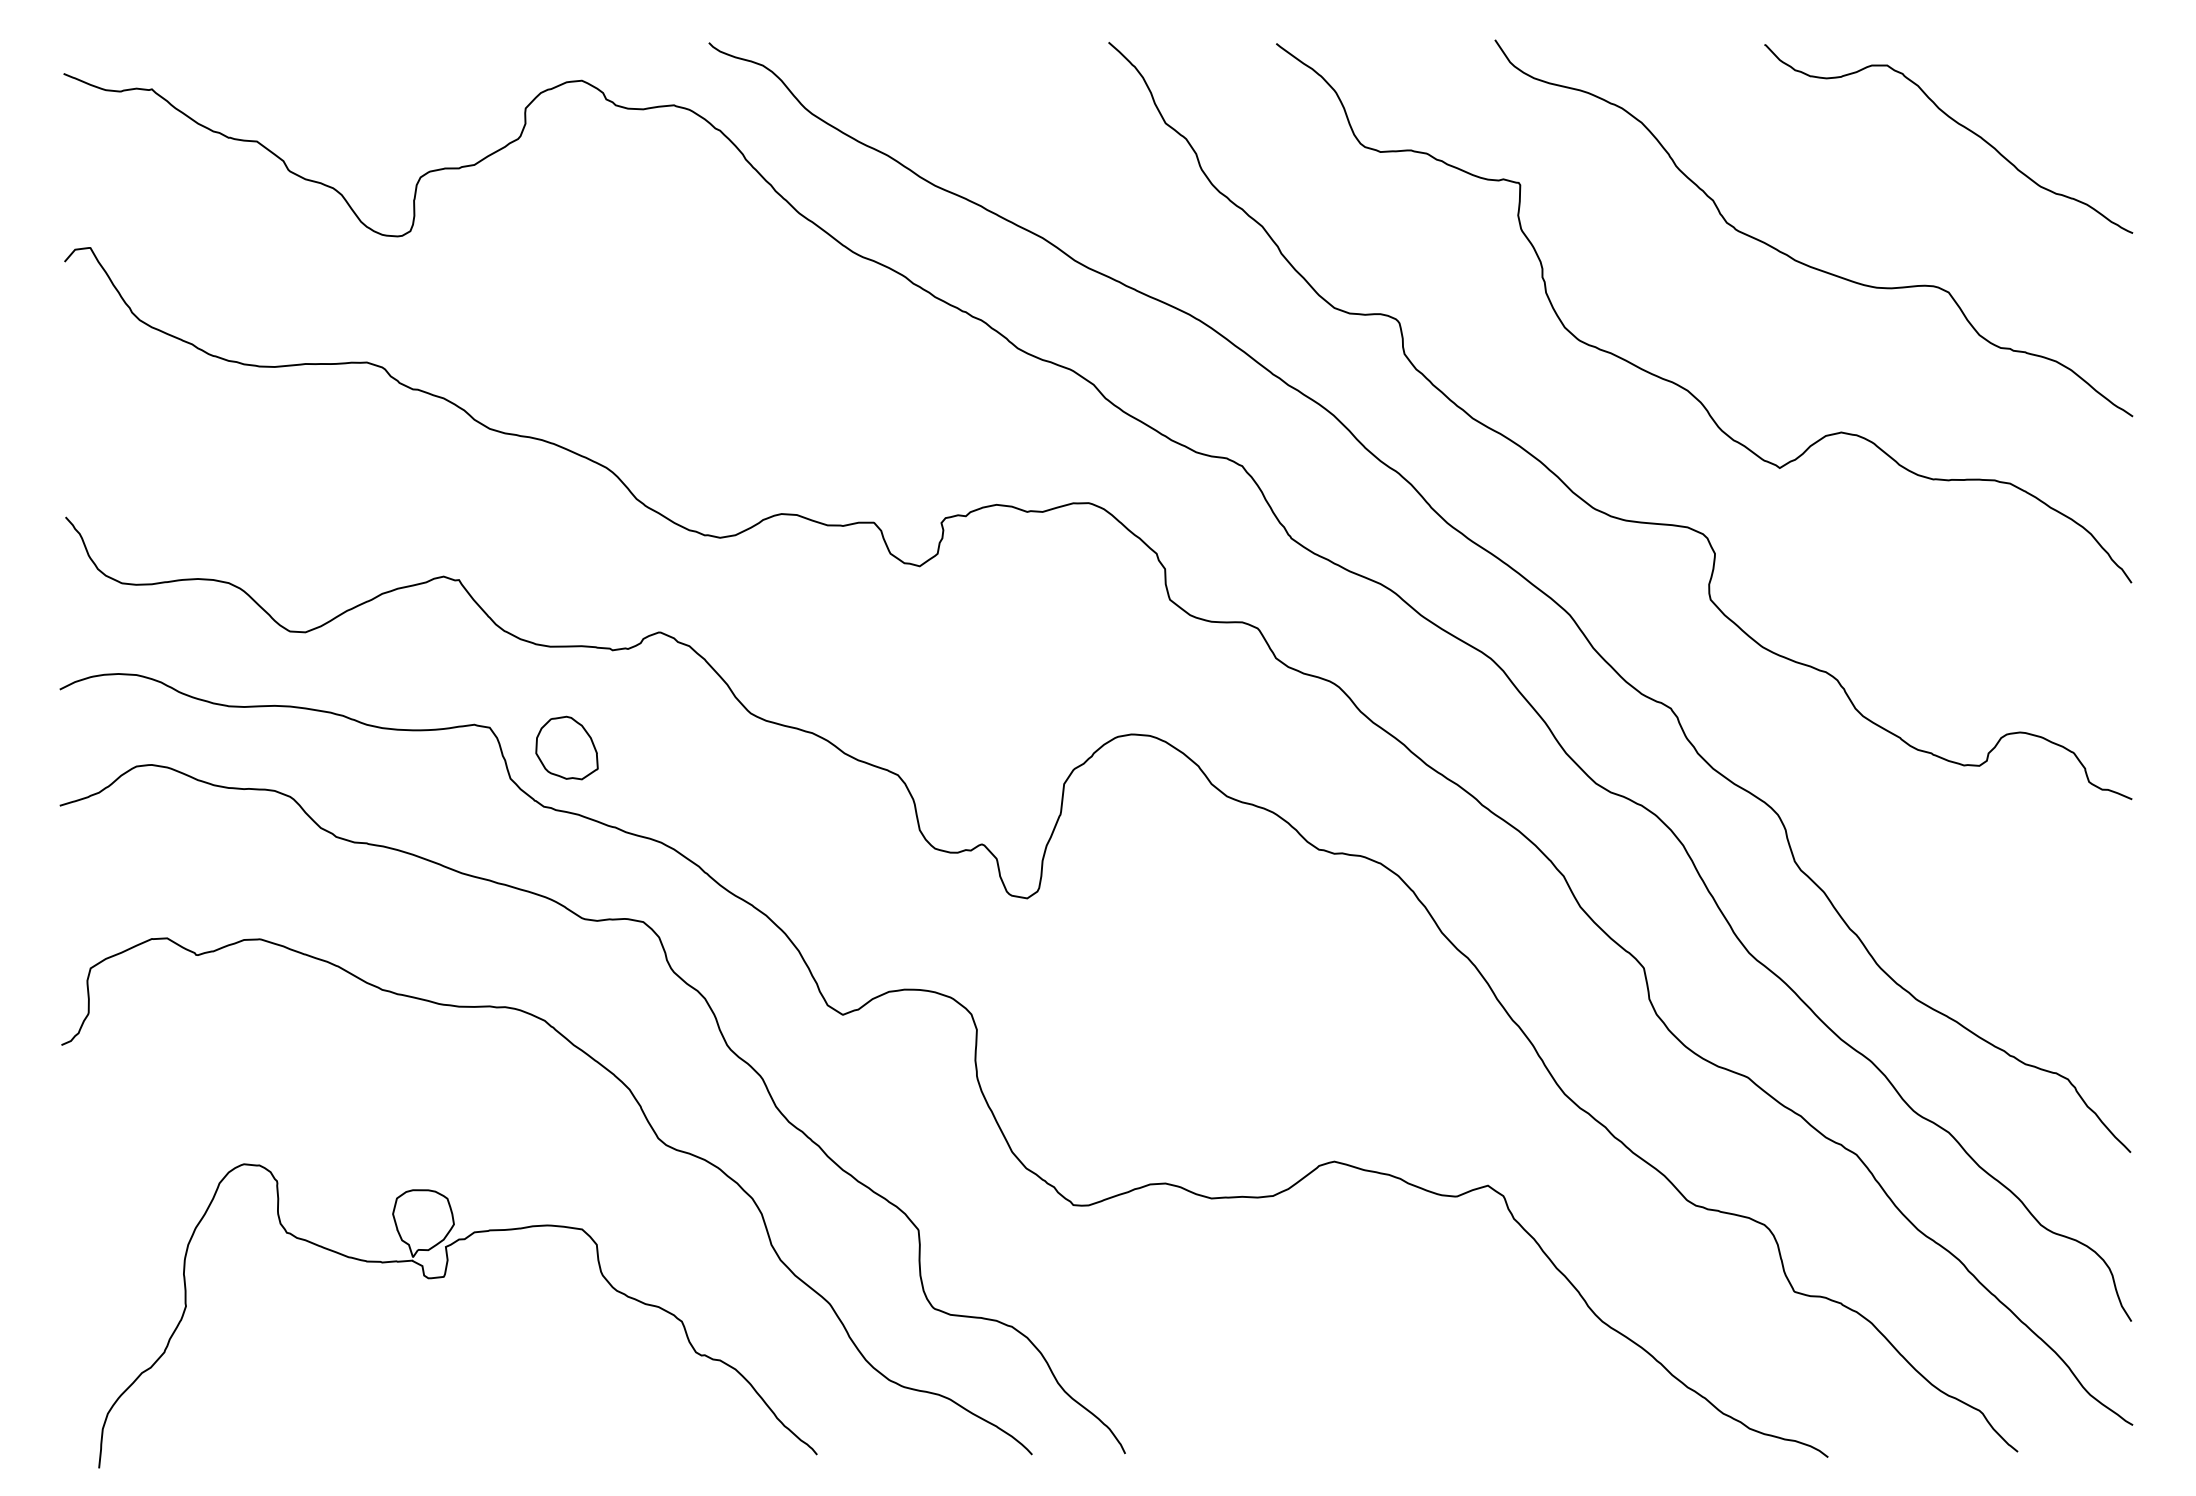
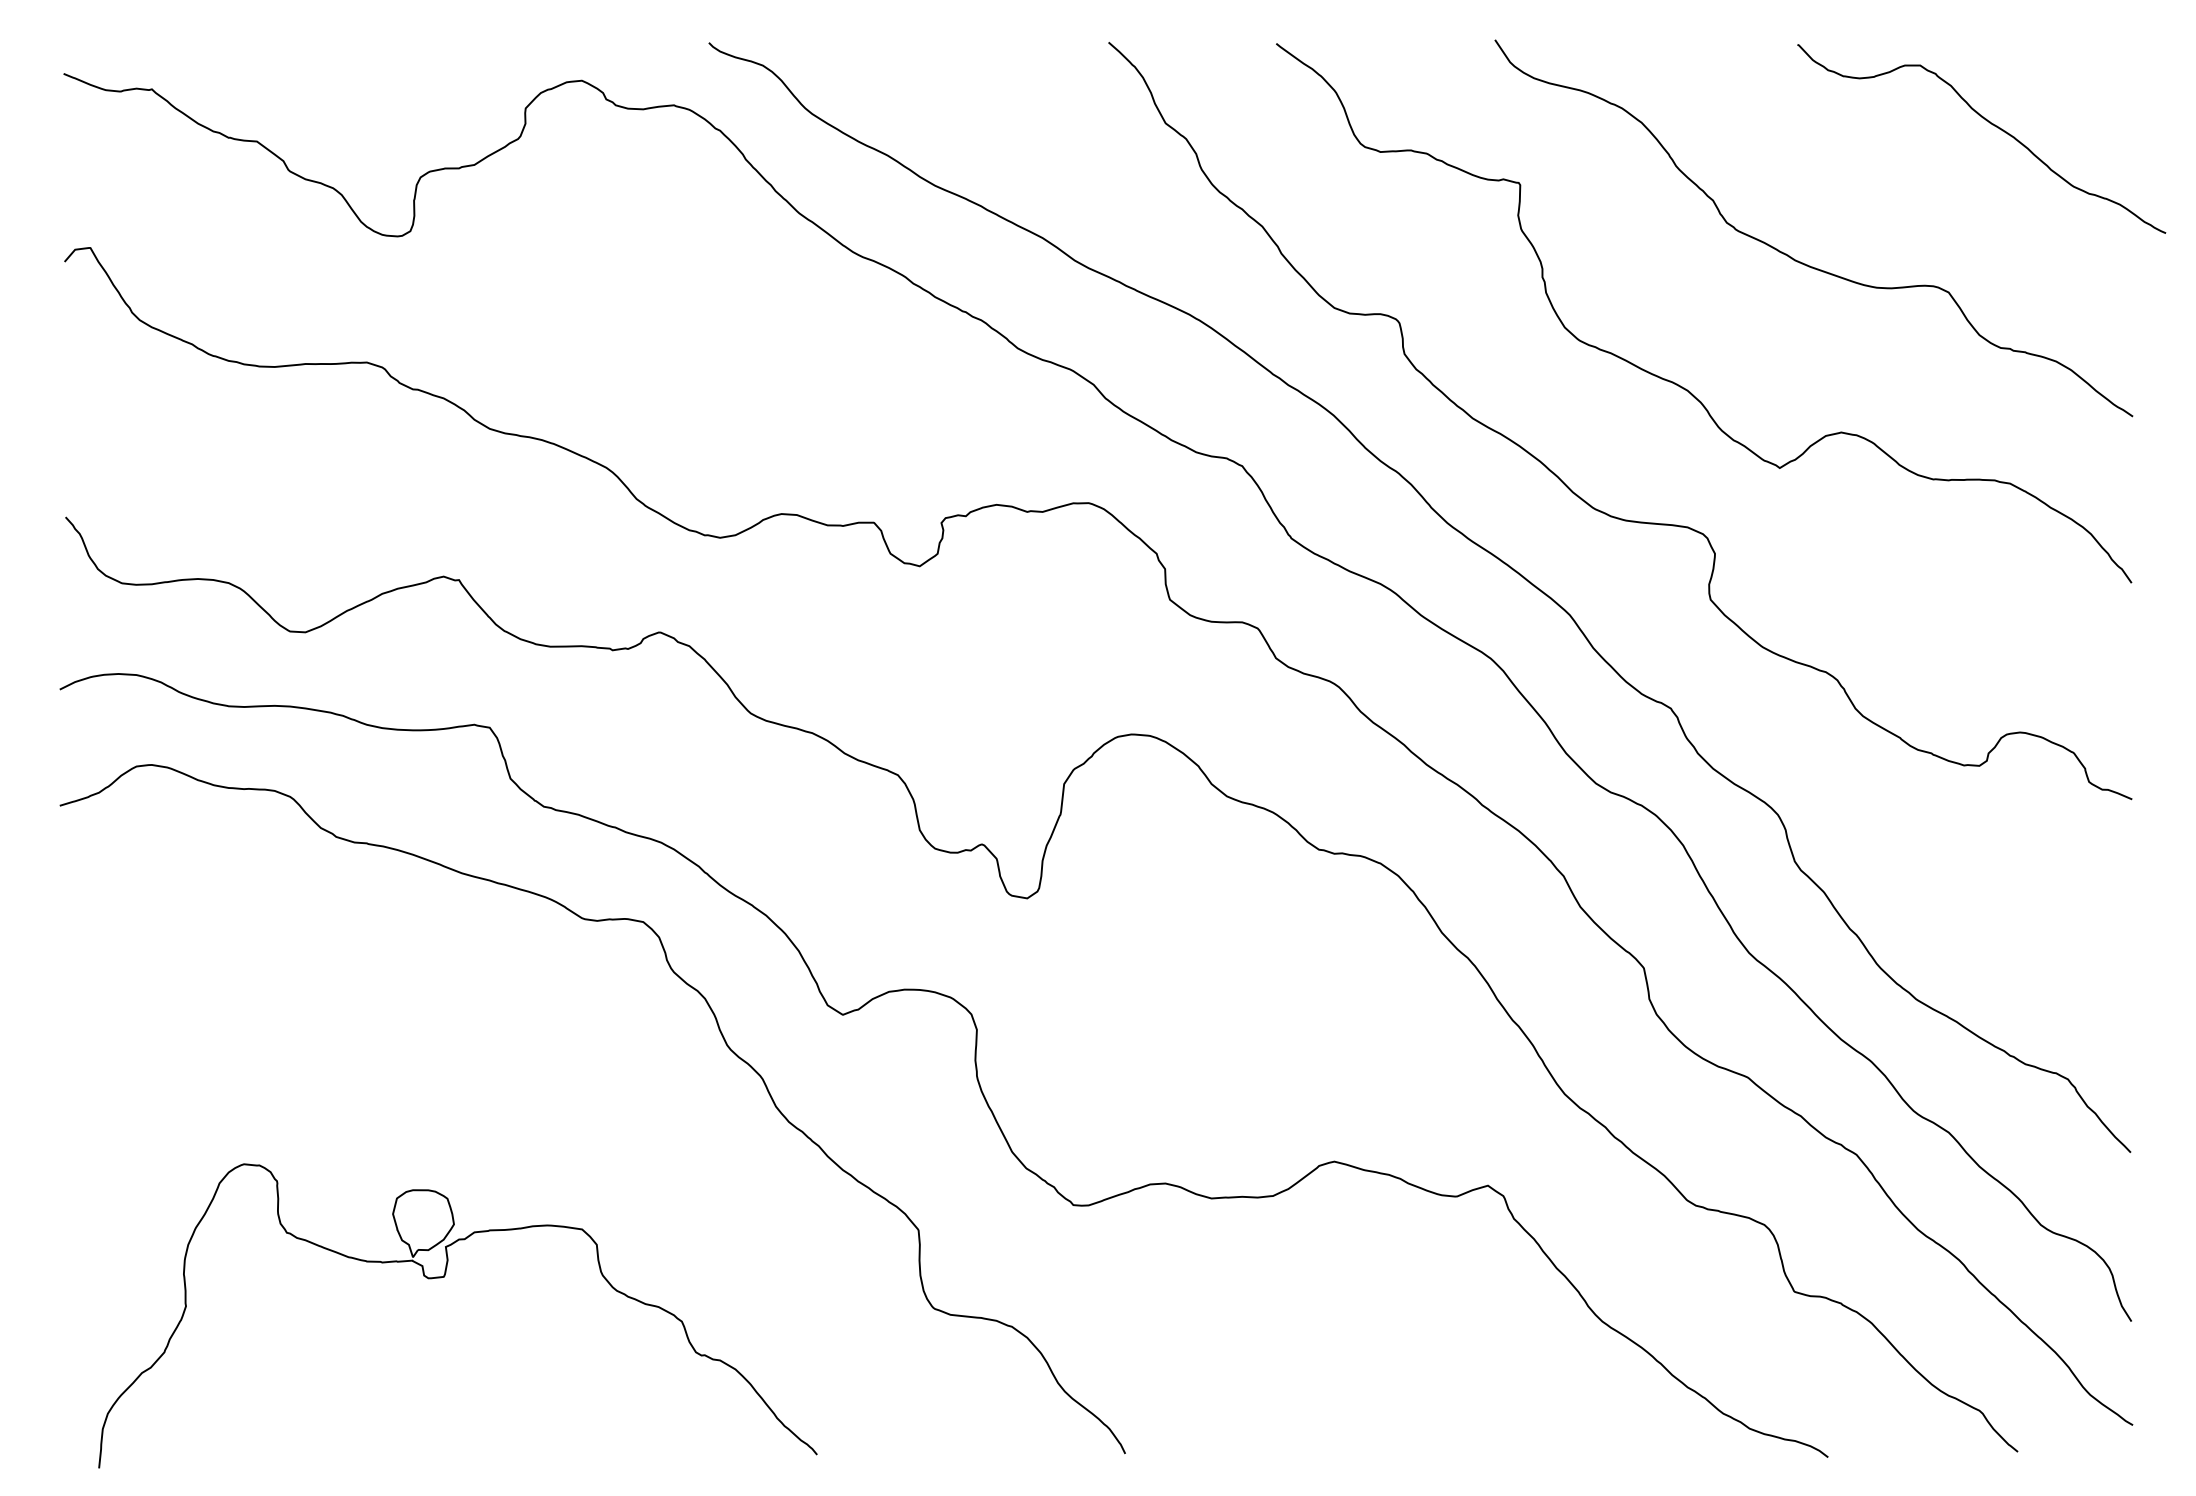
curve at (1956, 123) position: (1956, 123) -> (1989, 123)
part at (566, 747): present -> none
curve at (651, 1129): present -> none
